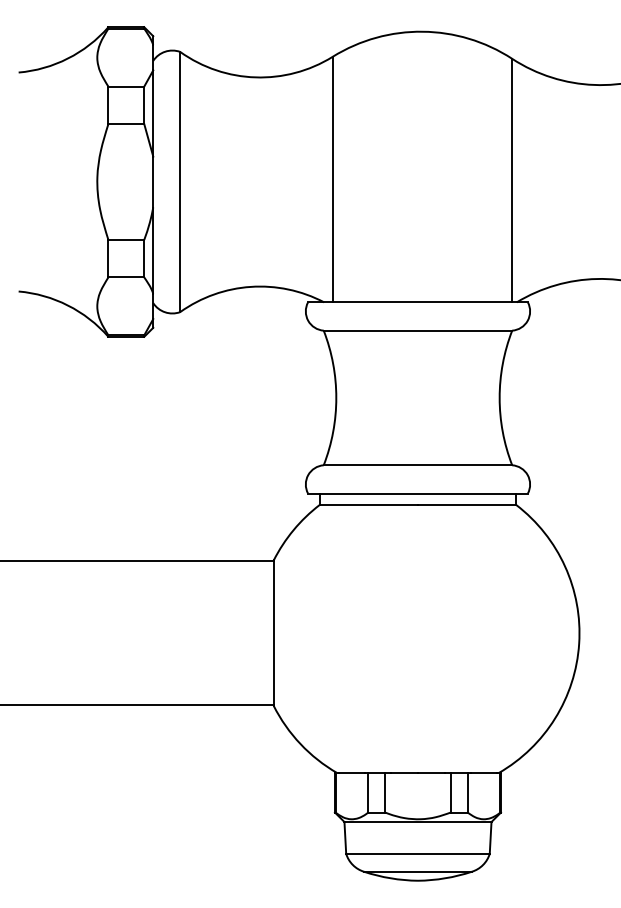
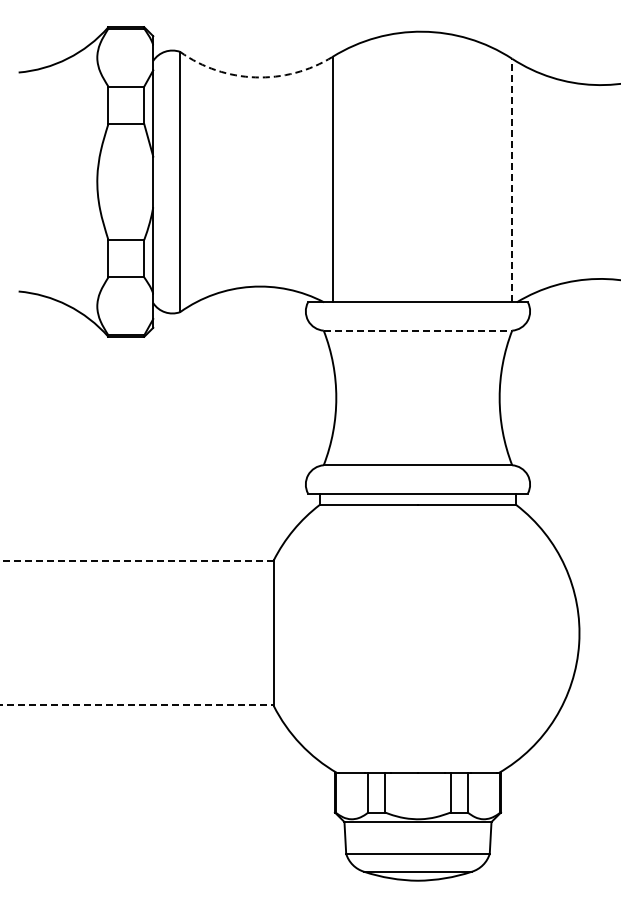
arc at (255, 77): solid -> dashed
line at (512, 180): solid -> dashed
line at (418, 330): solid -> dashed
line at (136, 561): solid -> dashed
line at (137, 704): solid -> dashed
